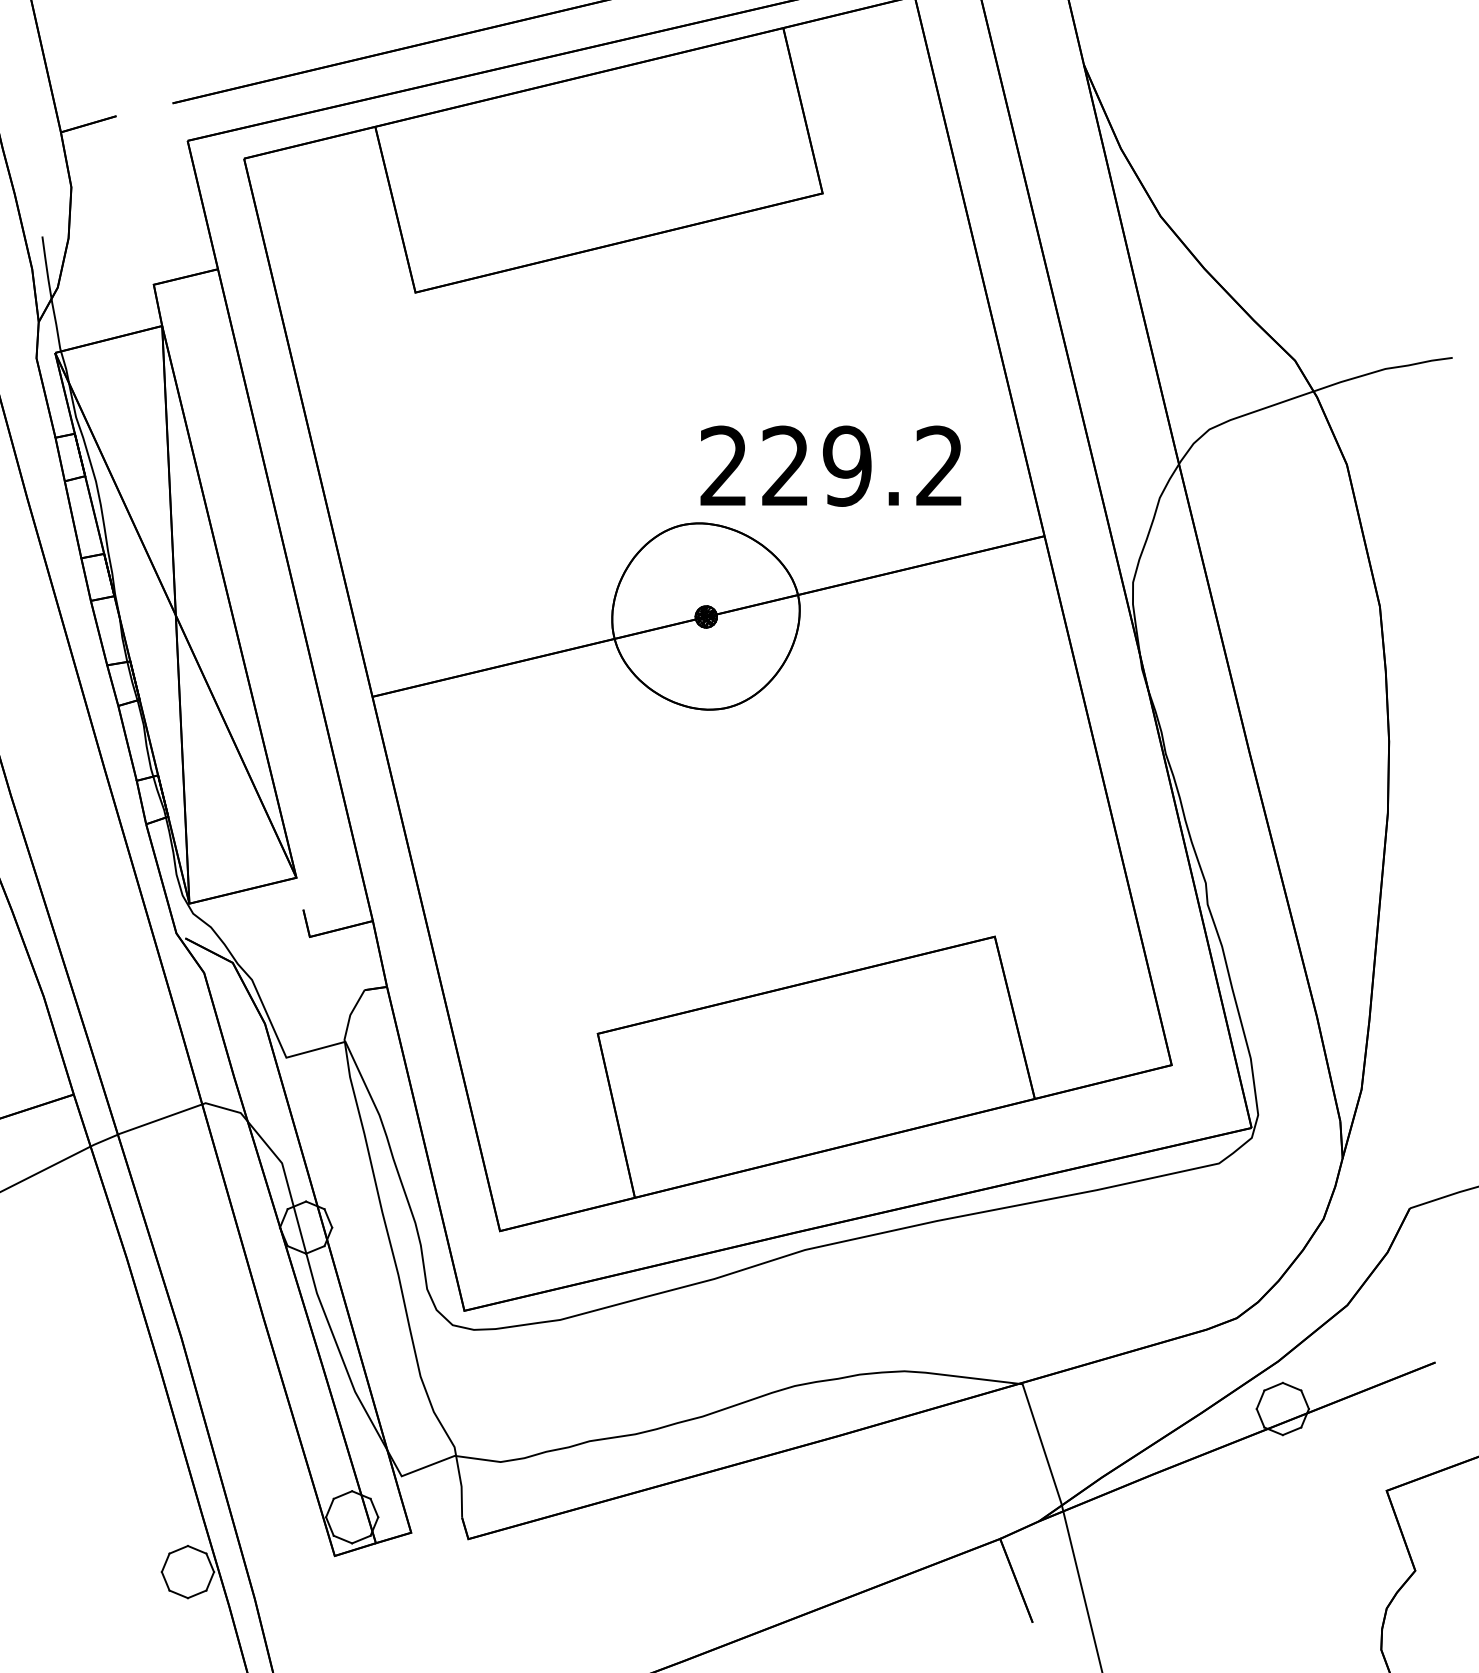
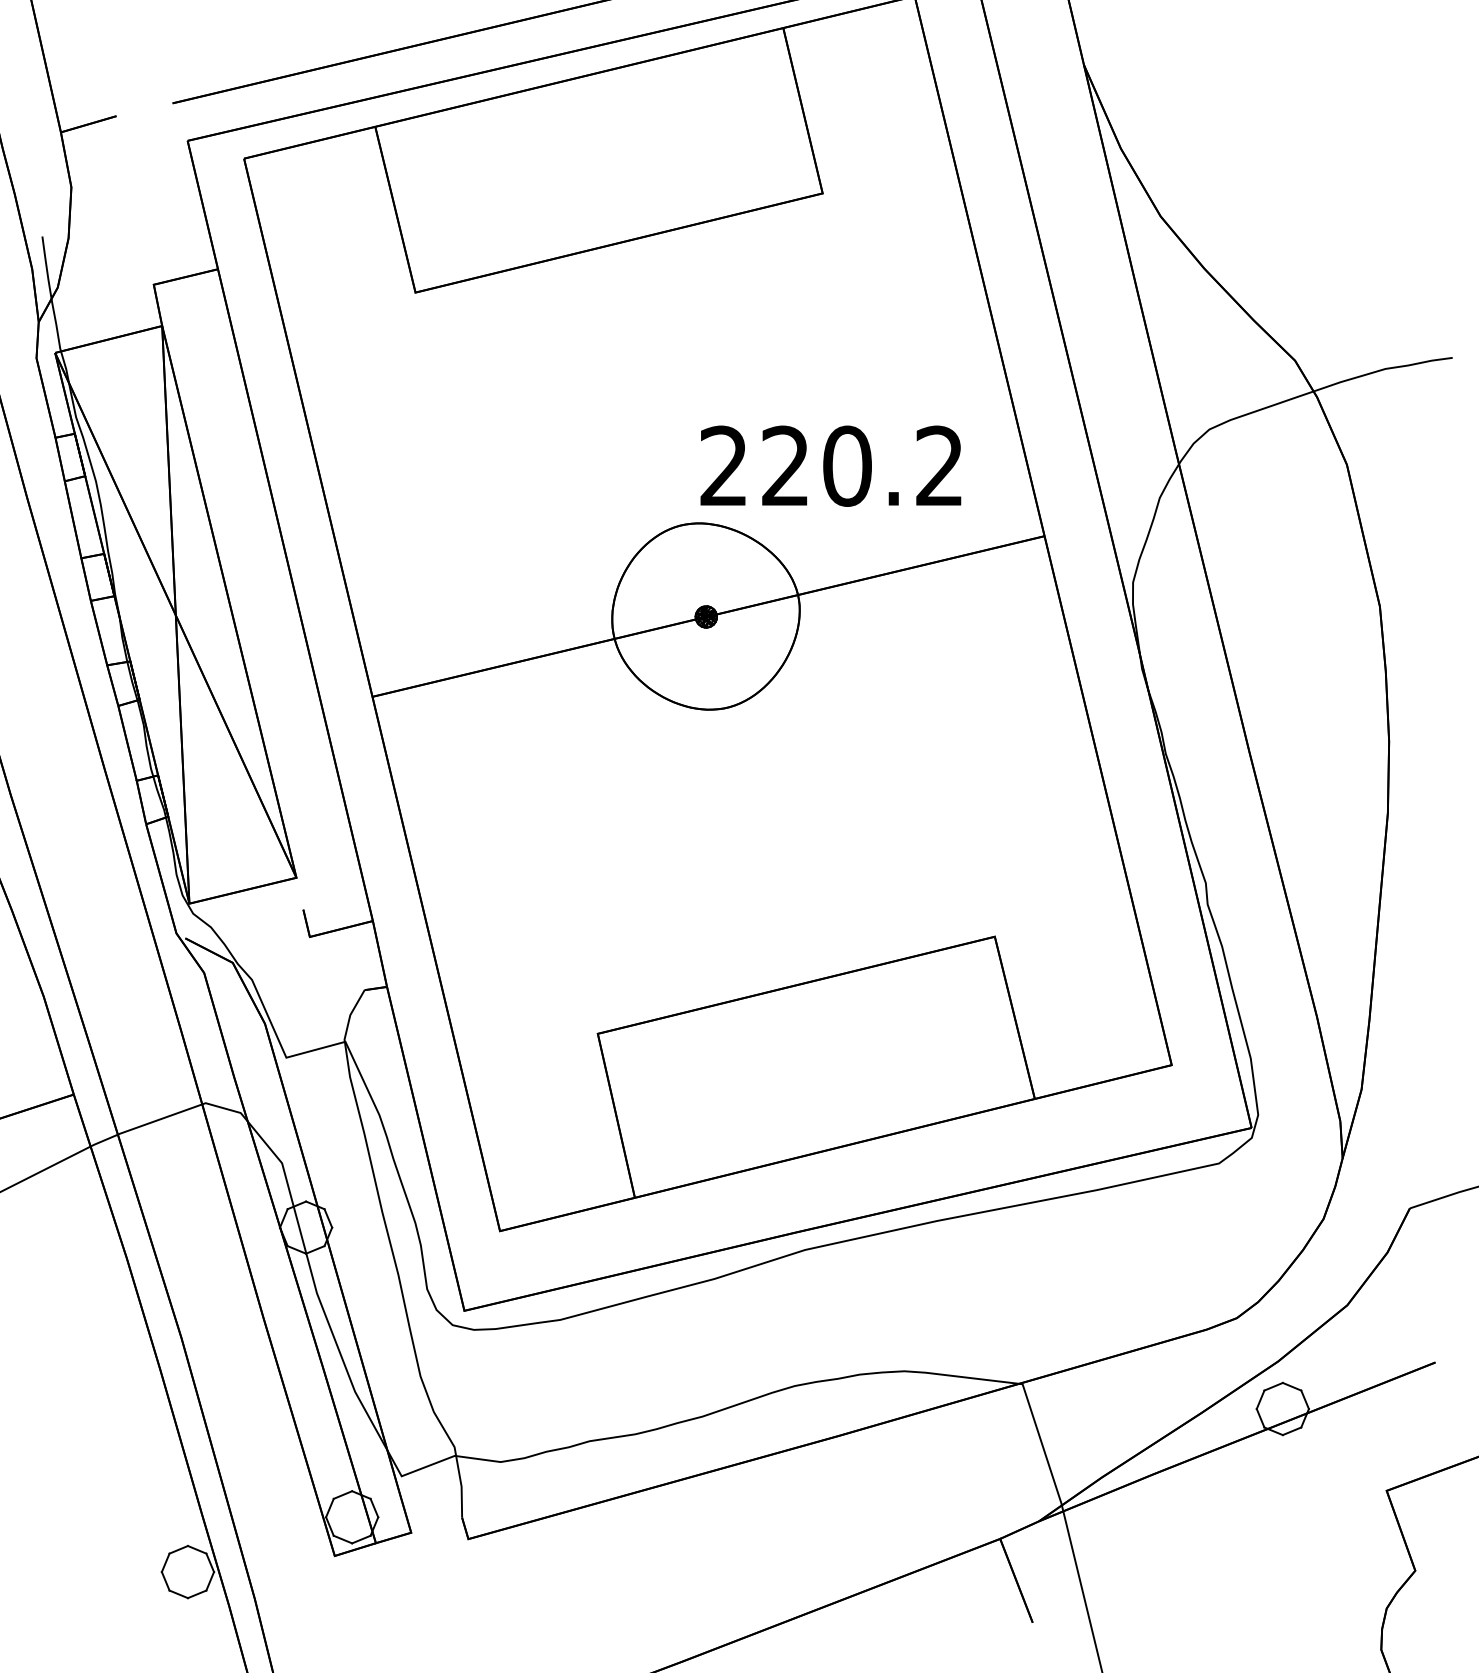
text at (847, 465): 229.2 -> 220.2
